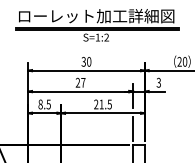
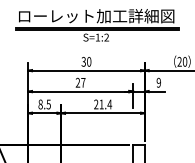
text at (158, 82): 3 -> 9
text at (109, 104): 21.5 -> 21.4
line at (133, 128): present -> none
